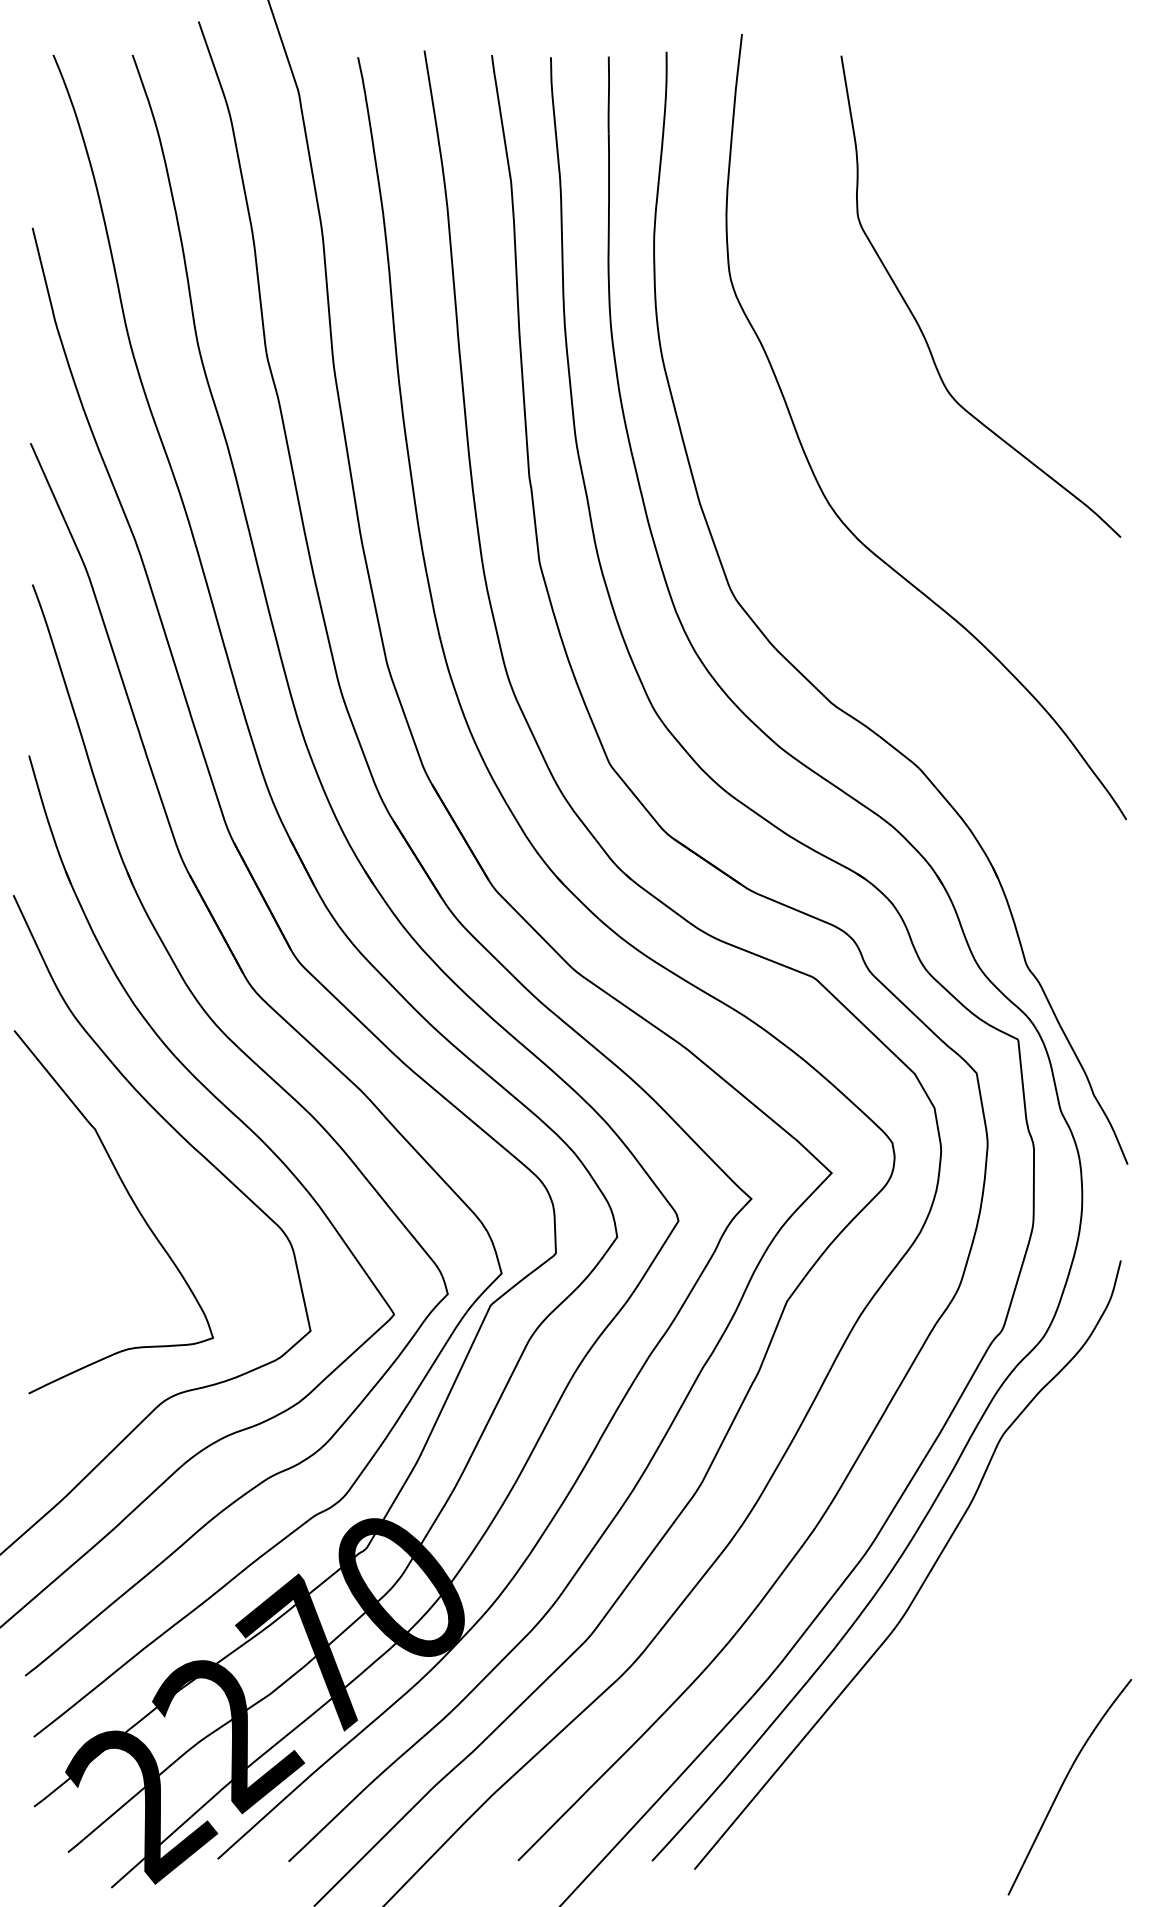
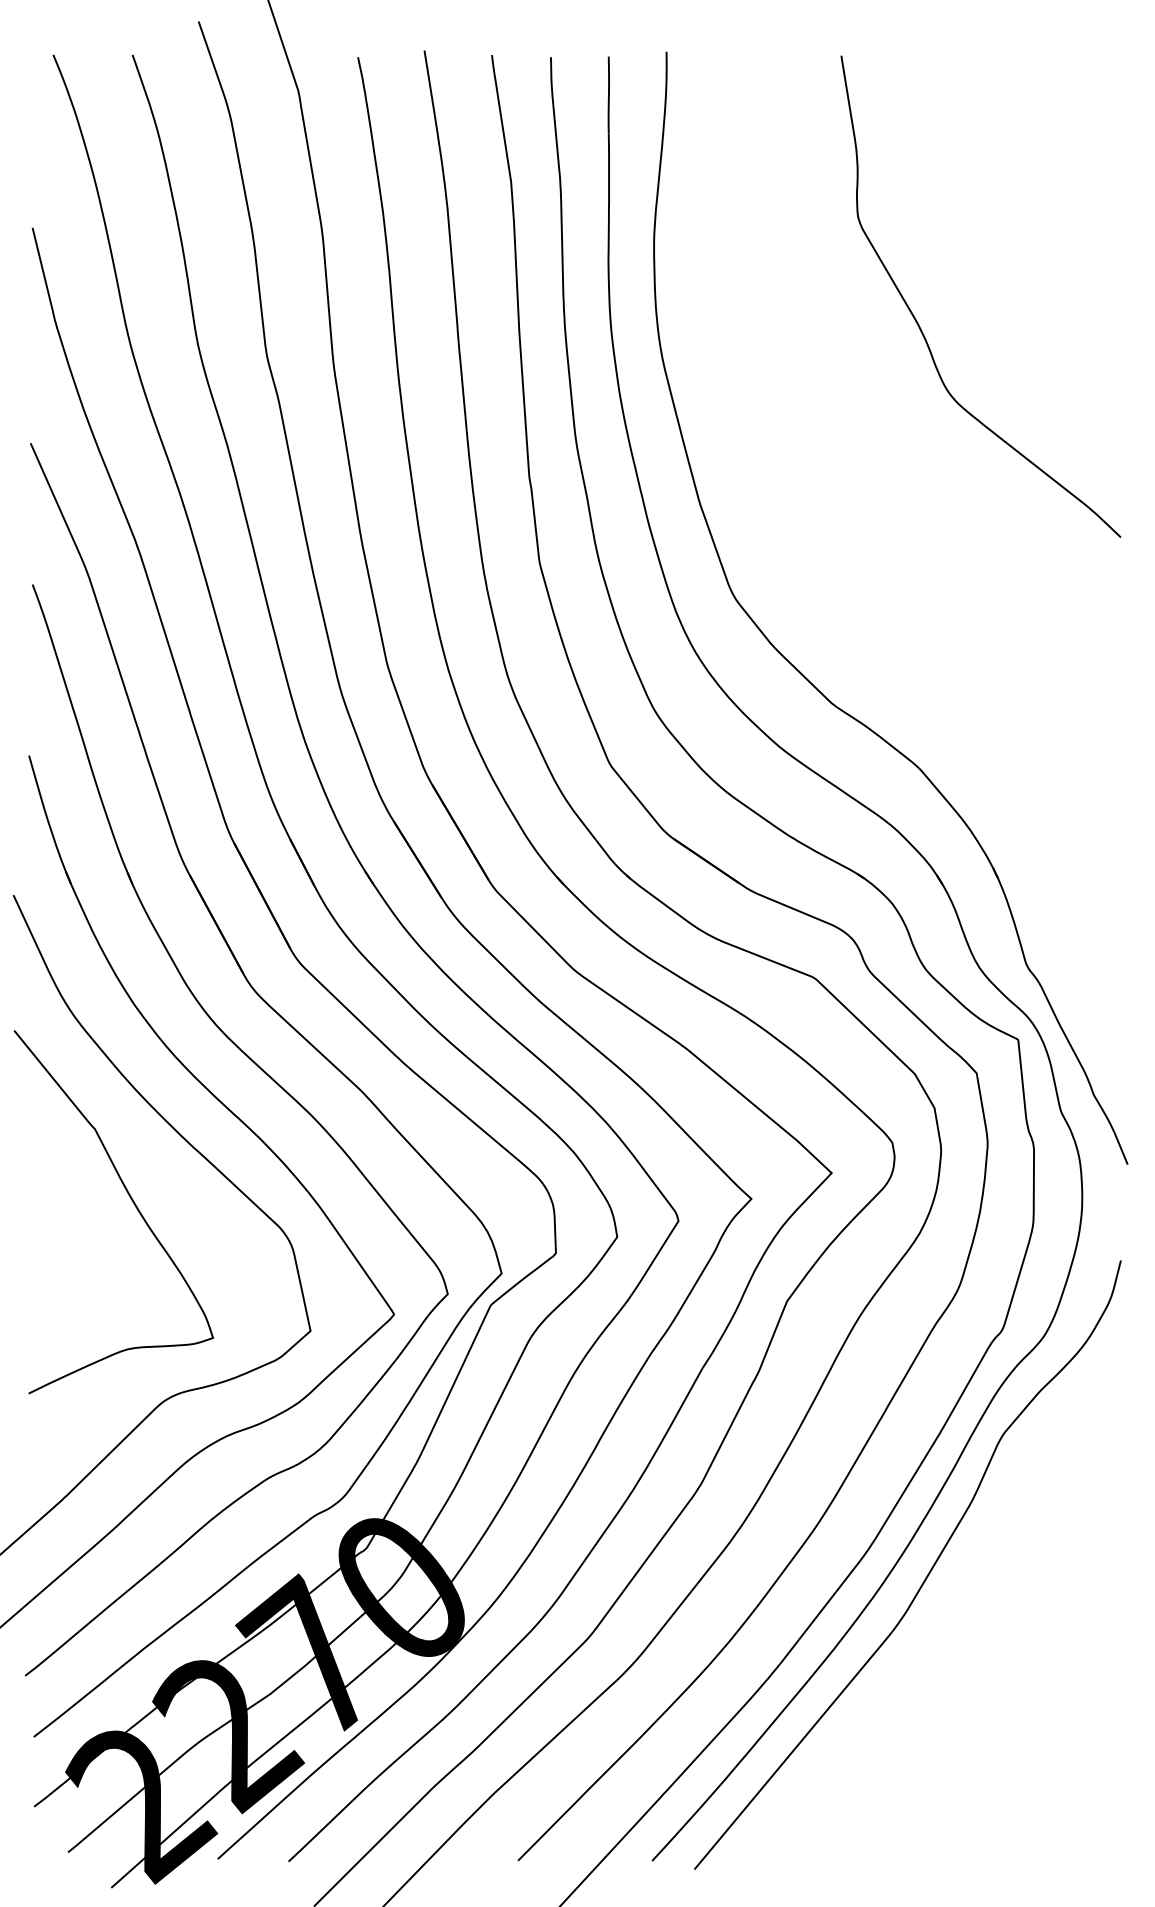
curve at (818, 481): present -> none
curve at (1064, 1783): present -> none
